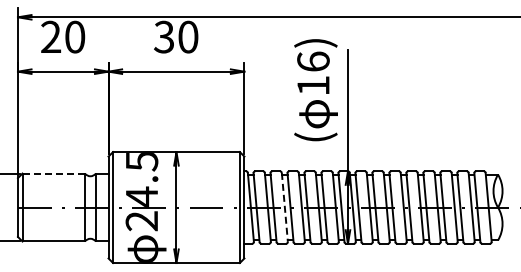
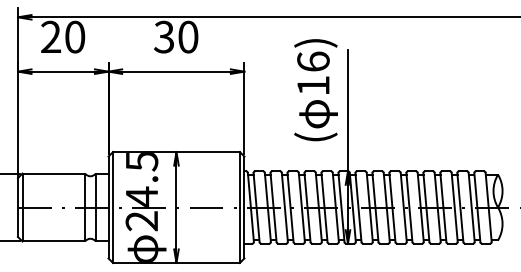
line at (53, 173): dashed -> solid
line at (284, 207): dashed -> solid
